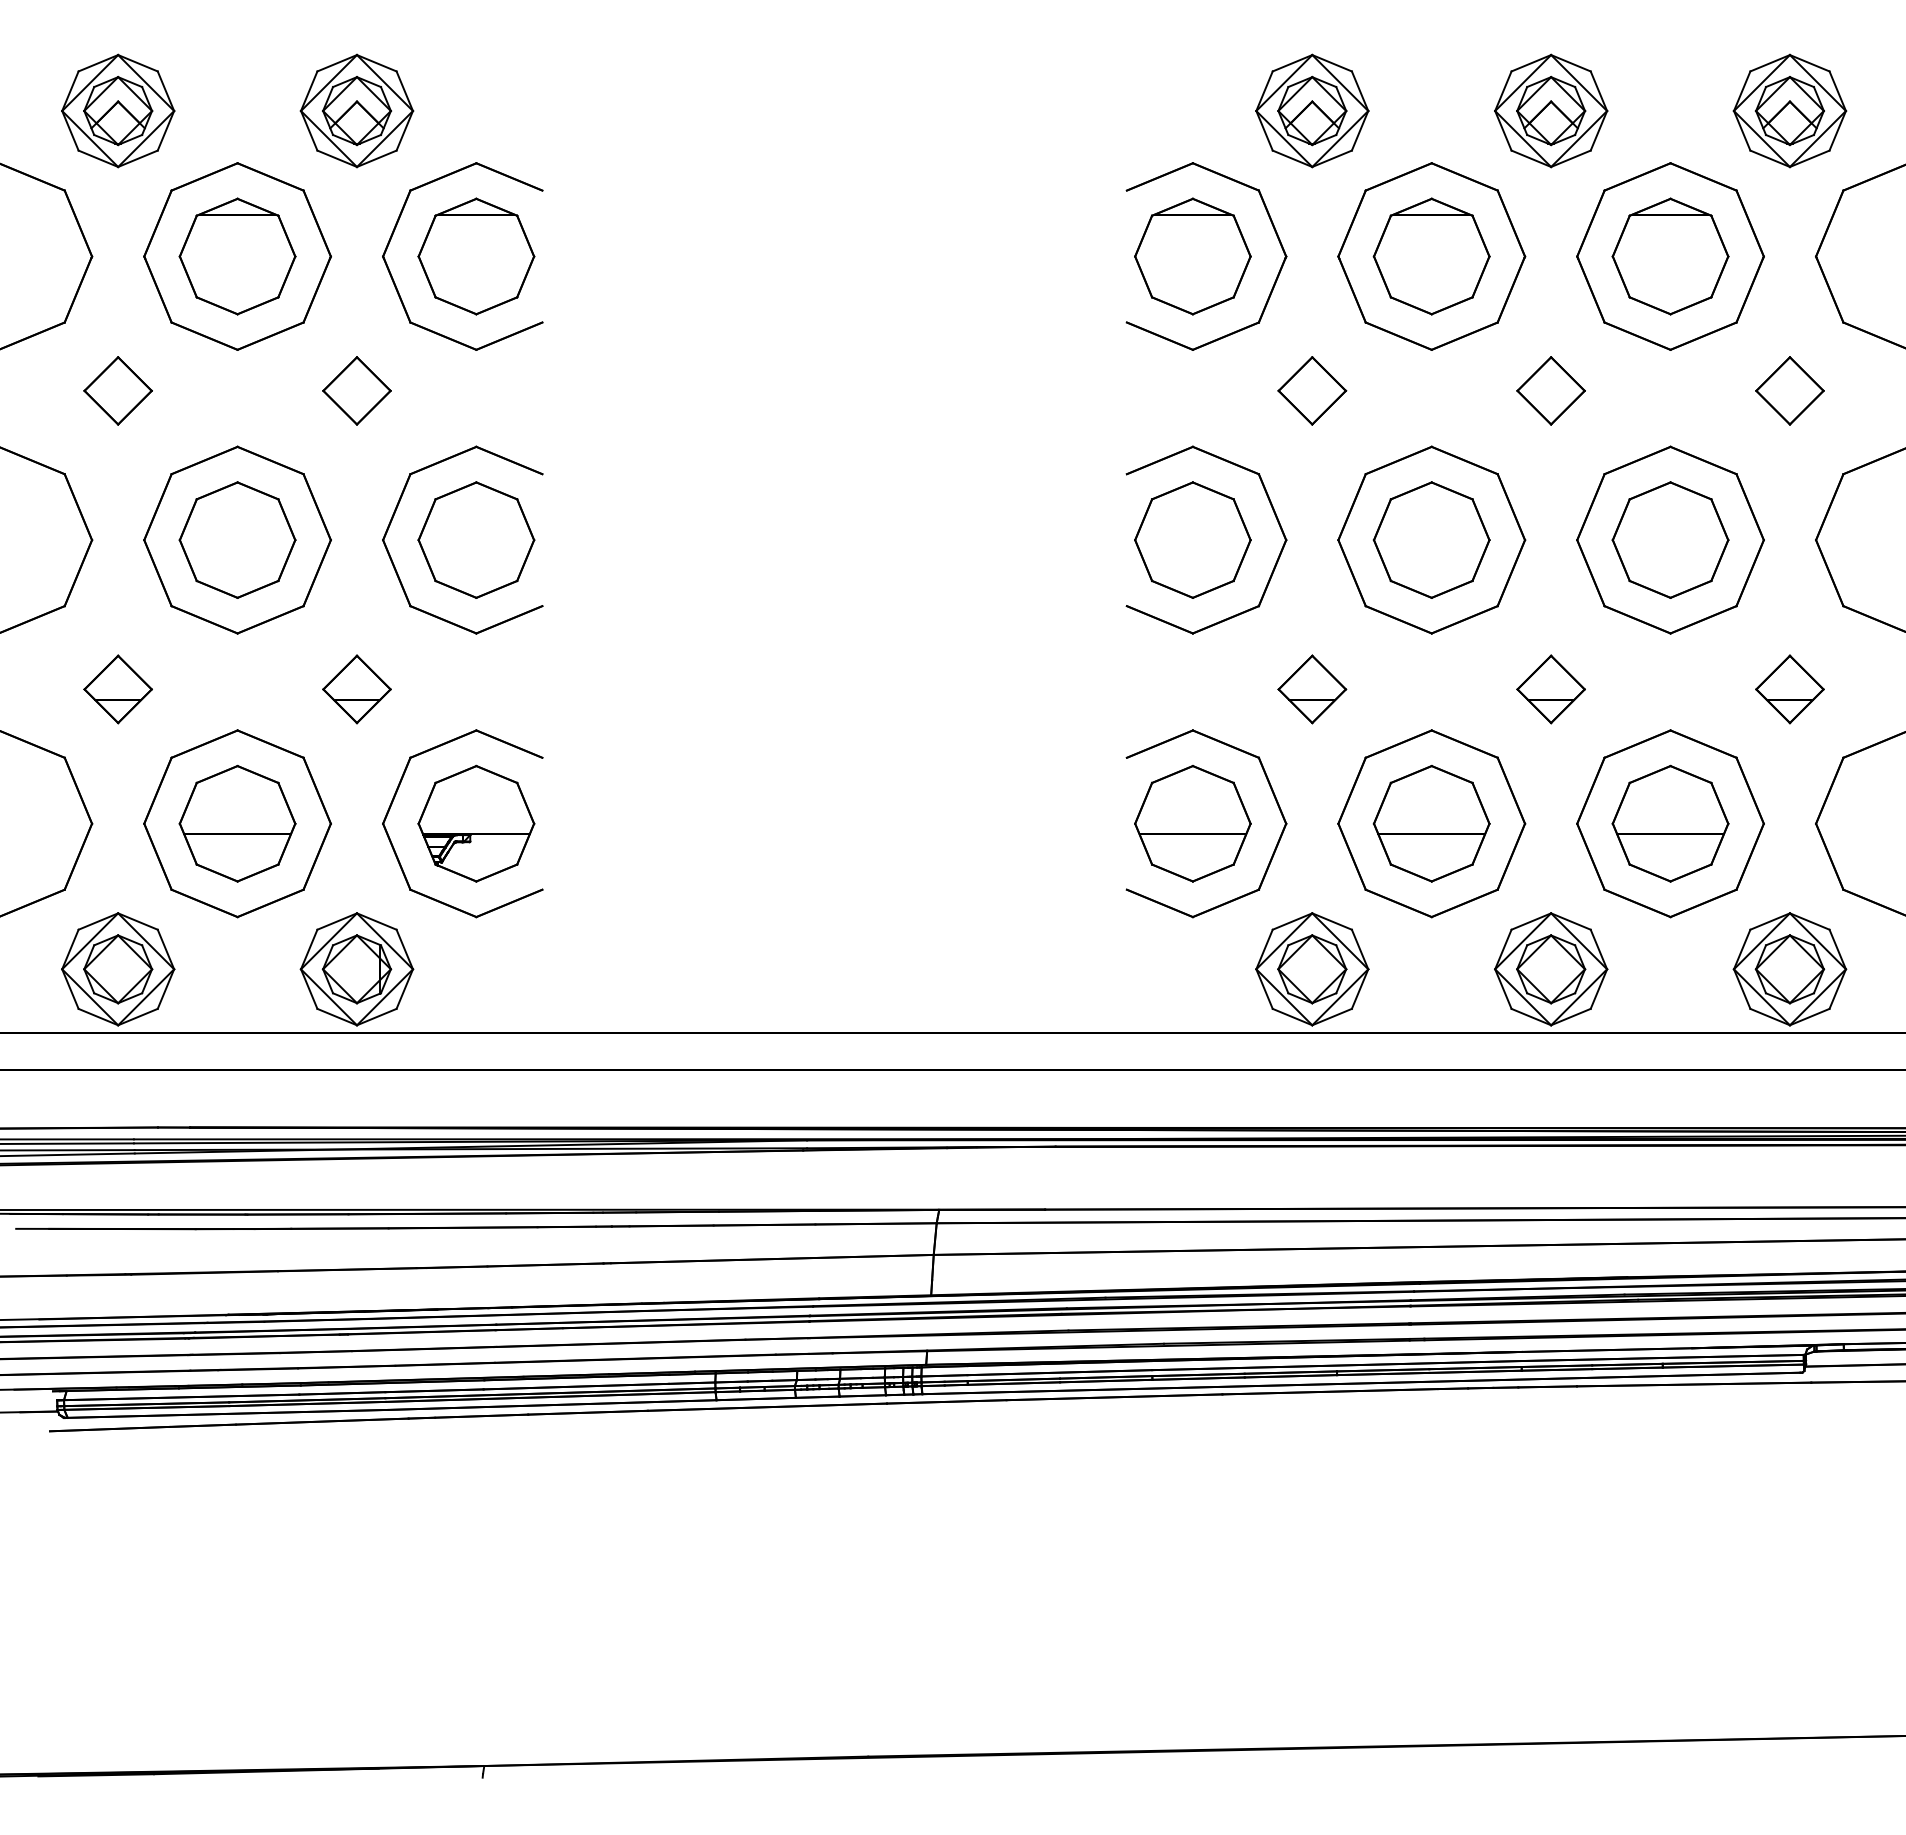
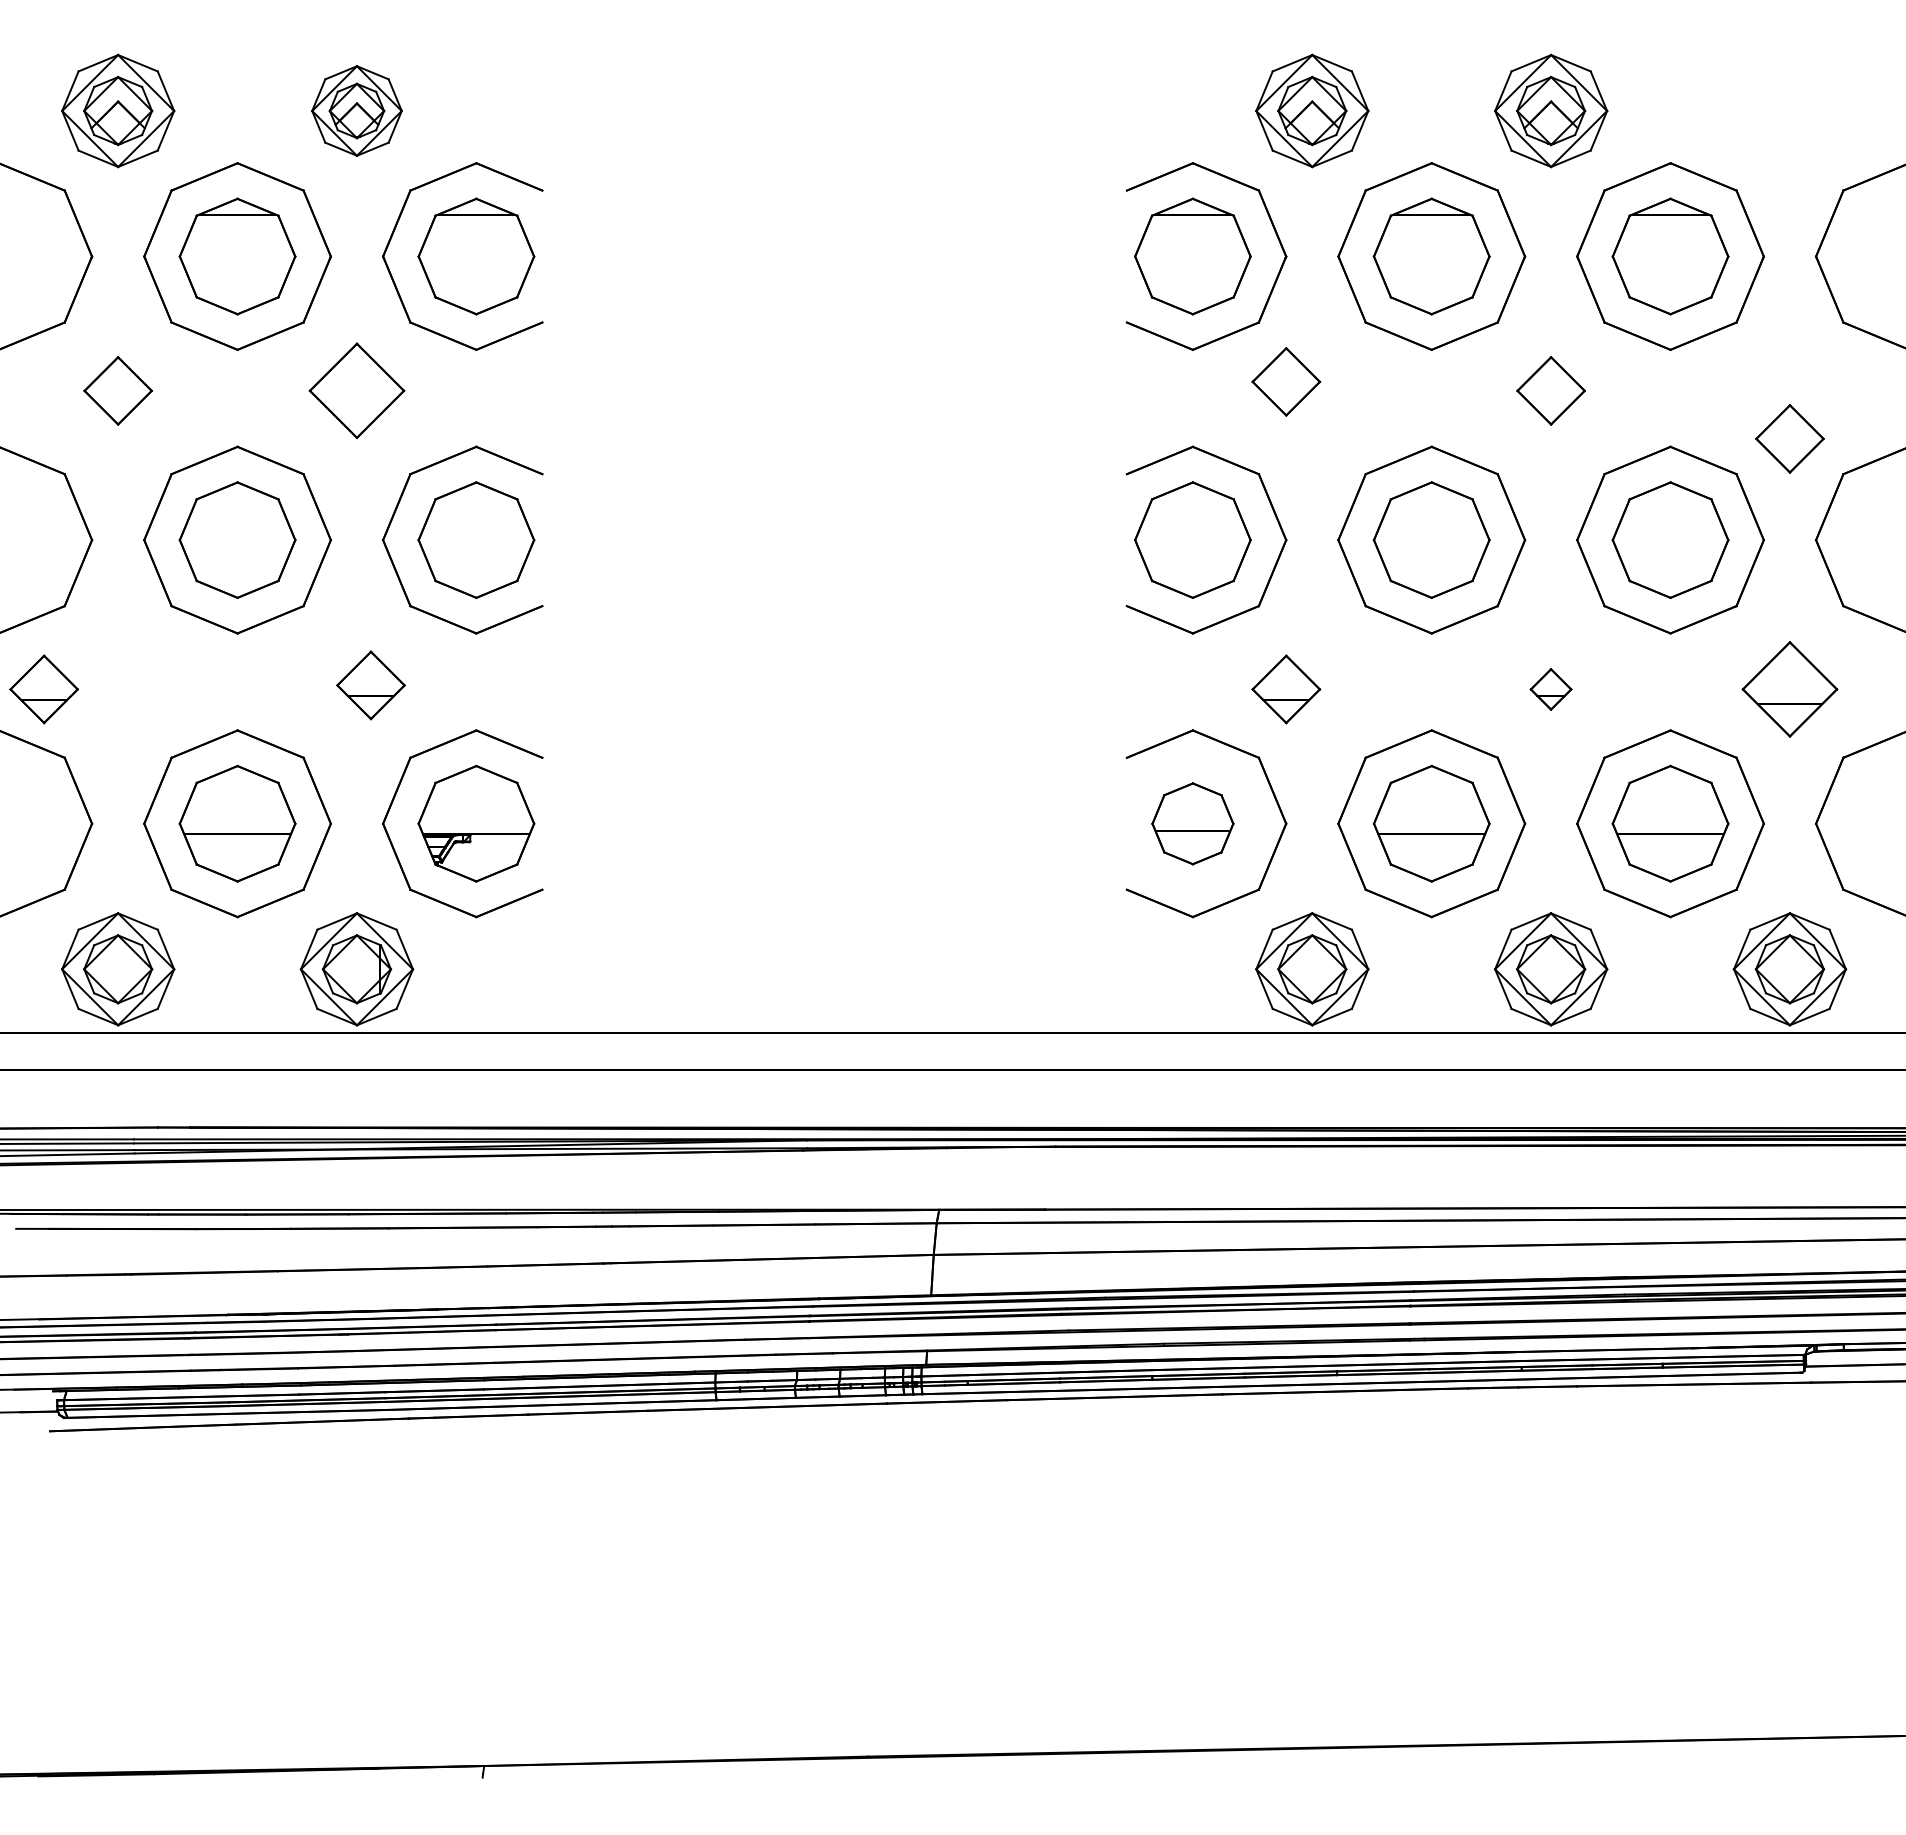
part at (356, 110) size: 116x116 px -> 92x92 px
part at (1789, 110): present -> none
part at (356, 390) size: 70x70 px -> 98x98 px
part at (1312, 390) position: (1312, 390) -> (1286, 381)
part at (1789, 390) position: (1789, 390) -> (1789, 438)
part at (117, 689) position: (117, 689) -> (43, 689)
part at (356, 689) position: (356, 689) -> (370, 685)
part at (1312, 689) position: (1312, 689) -> (1286, 689)
part at (1550, 689) size: 70x71 px -> 44x43 px
part at (1789, 689) size: 70x71 px -> 98x97 px
part at (1192, 823) size: 118x118 px -> 84x84 px
